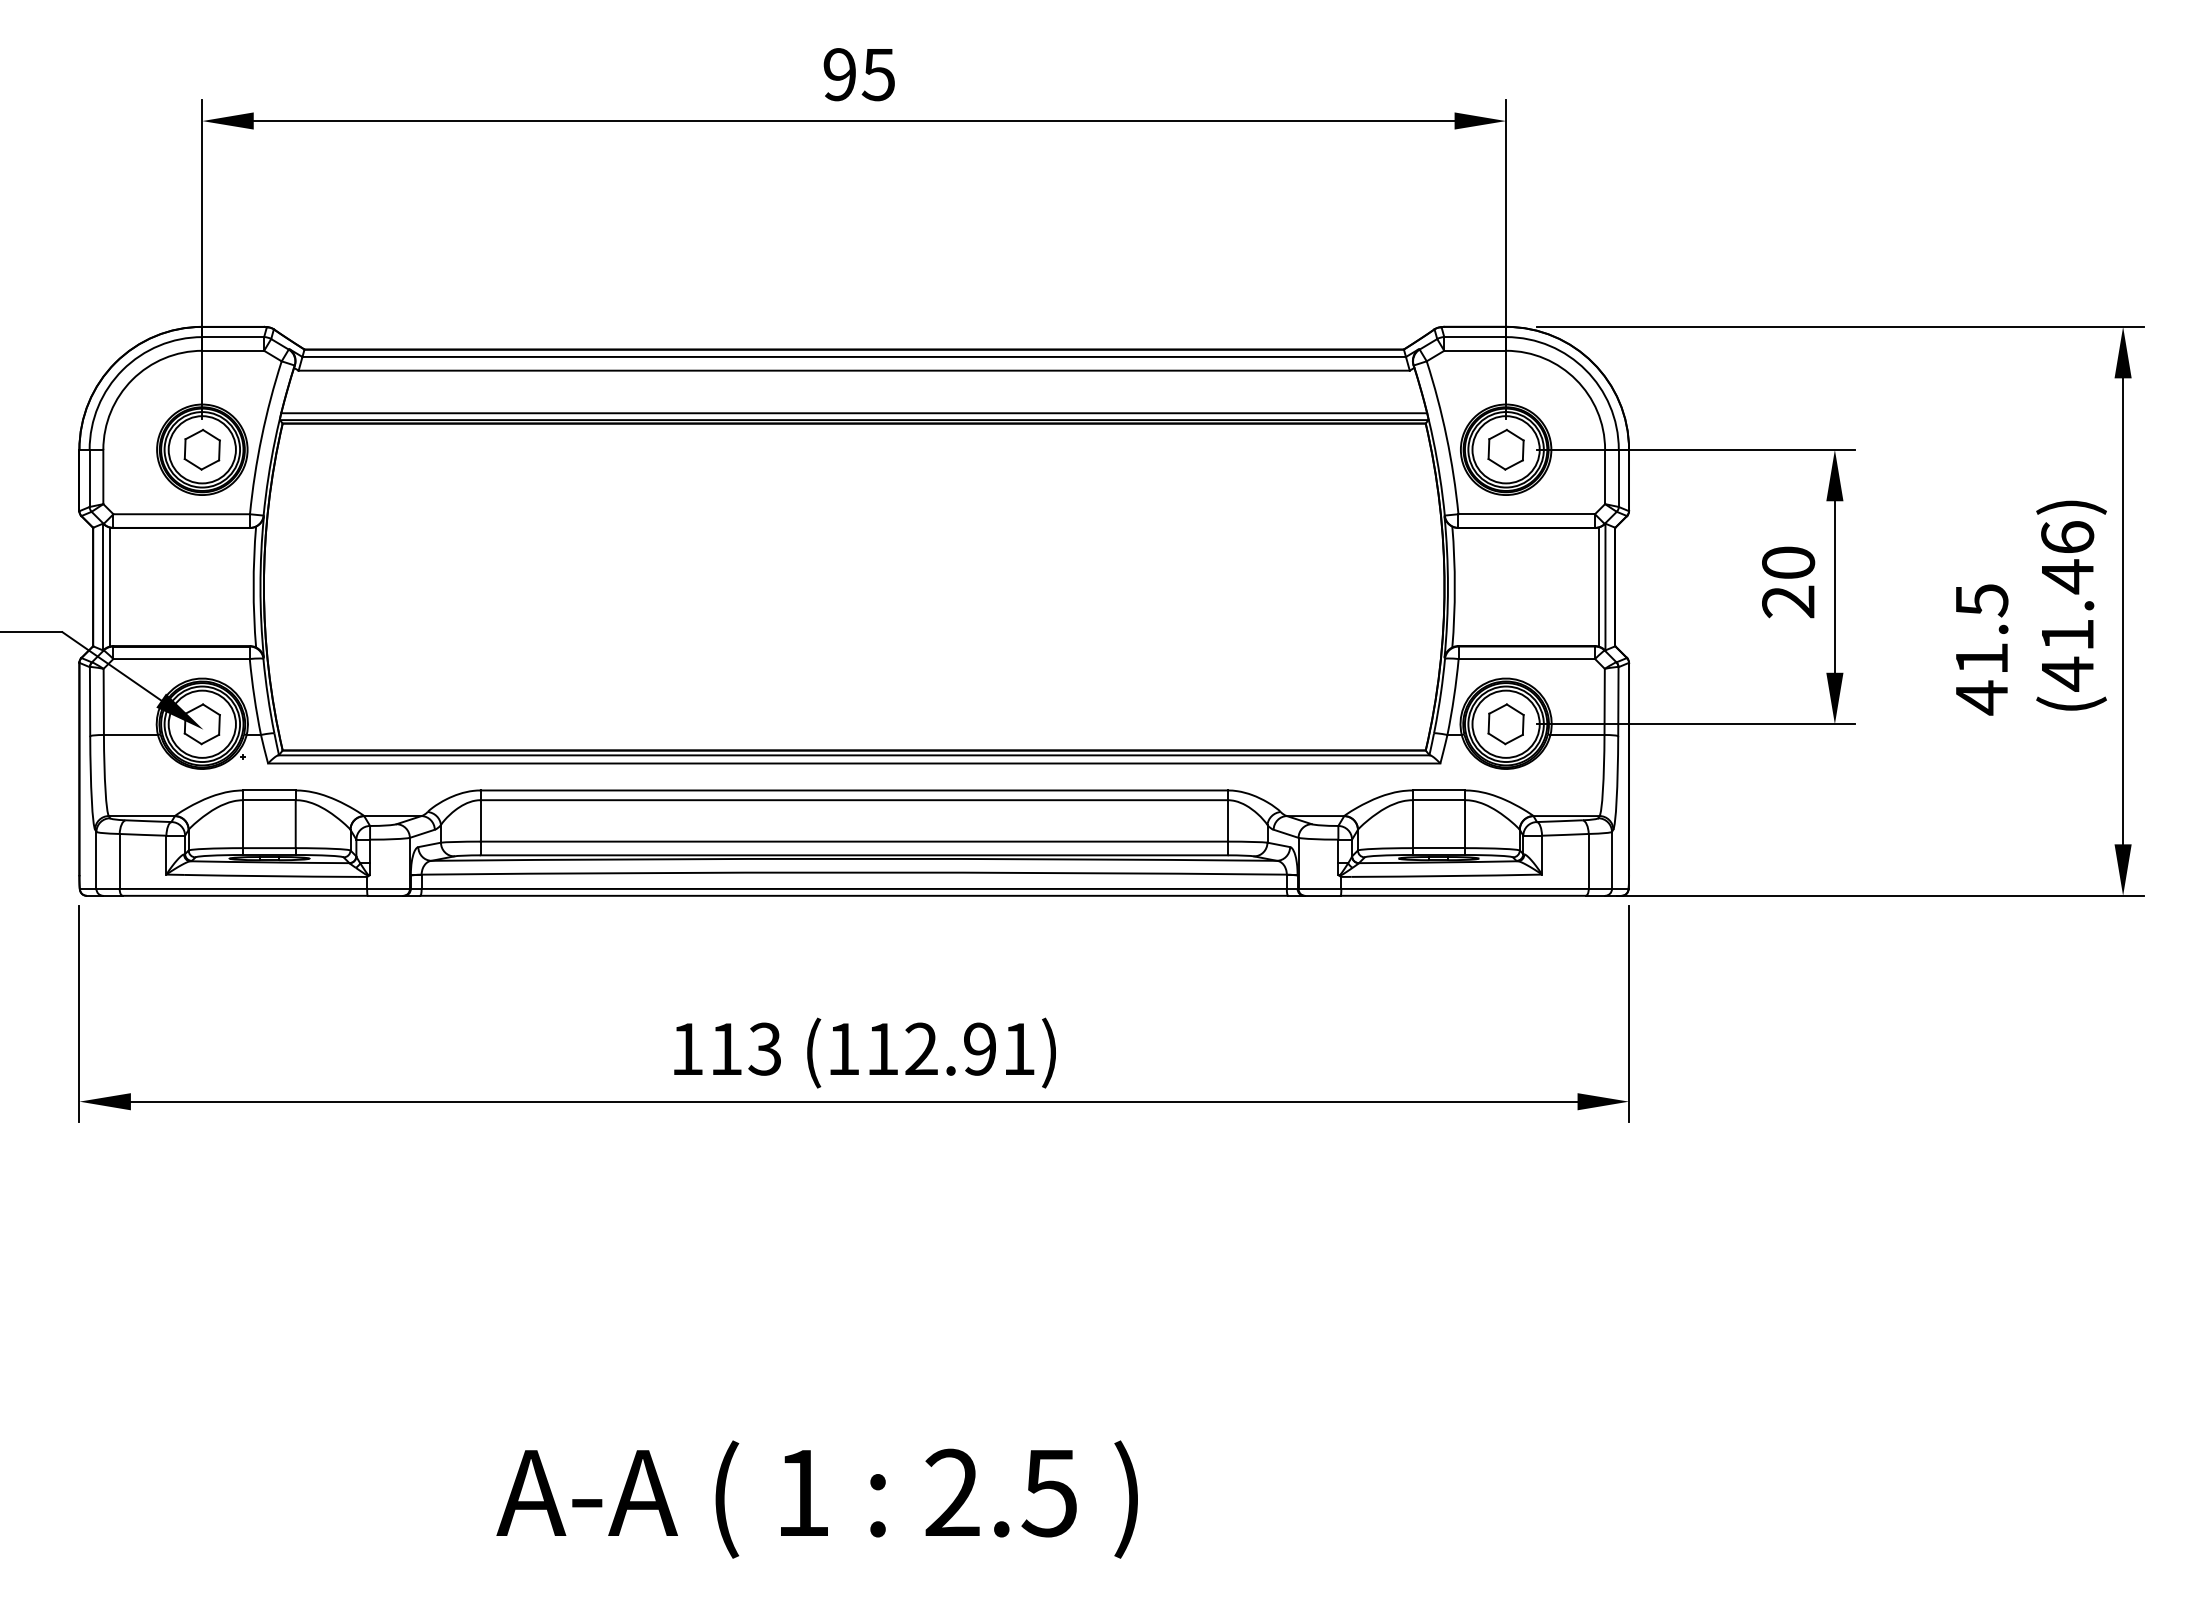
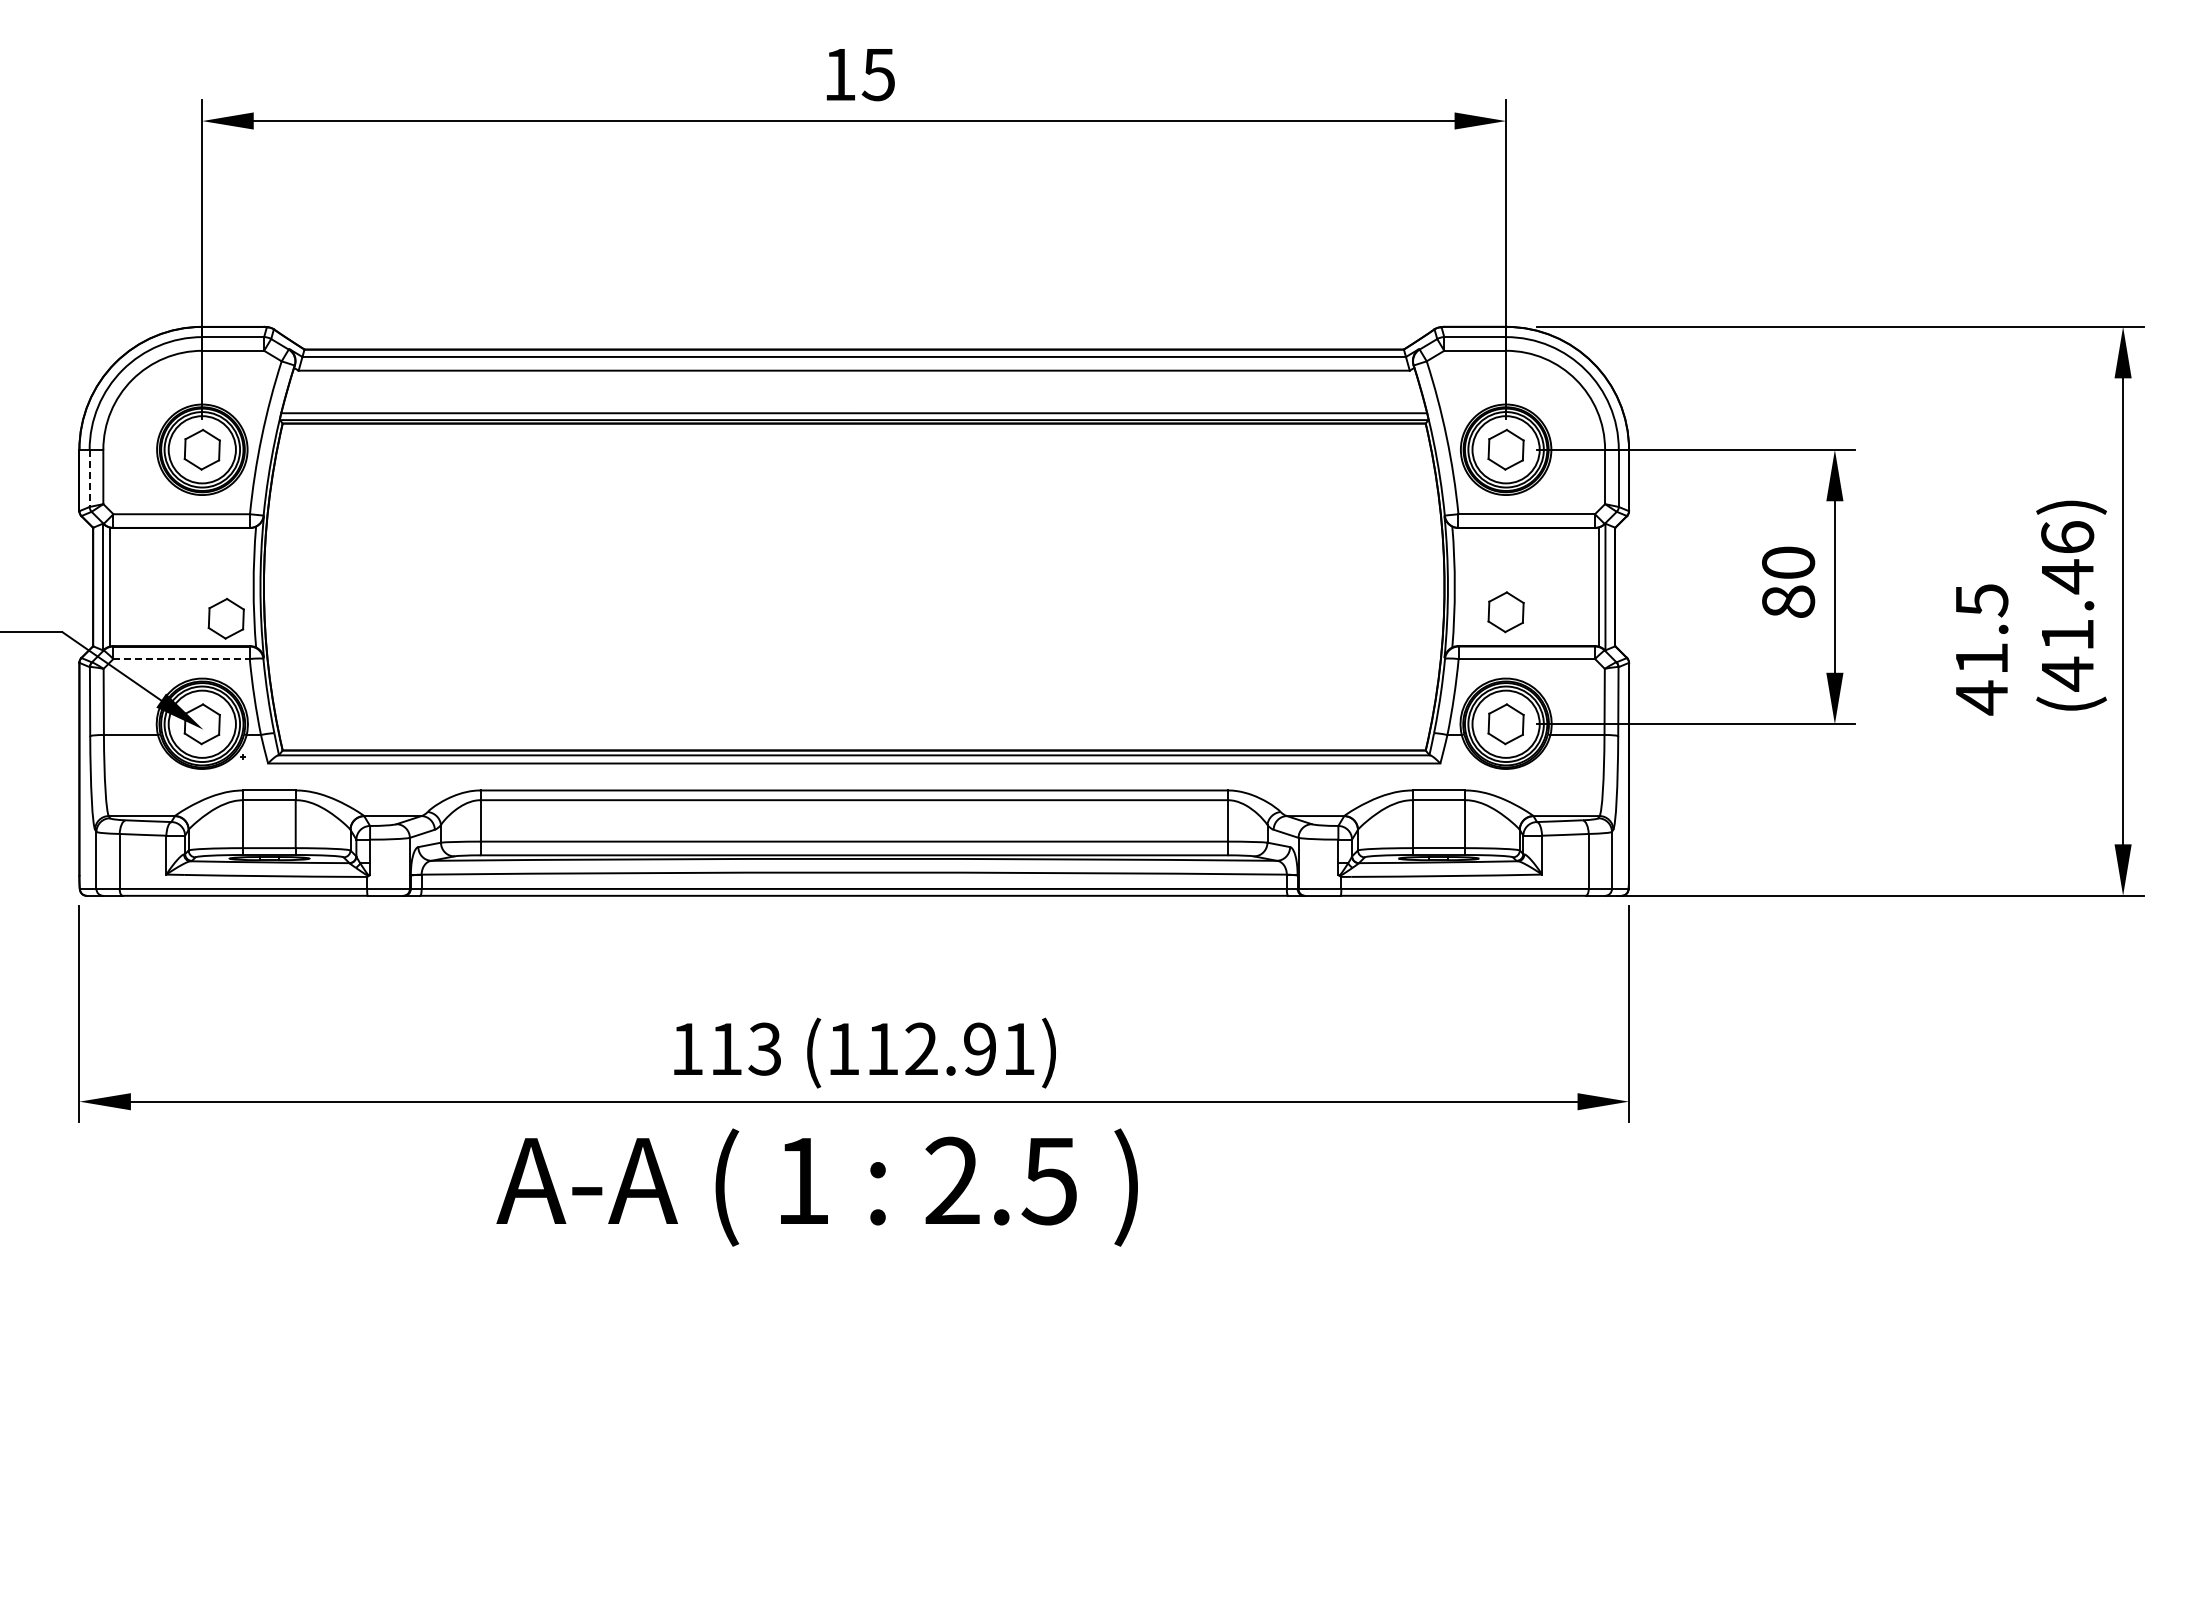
text at (839, 74): 95 -> 15
line at (89, 478): solid -> dashed
text at (1788, 601): 20 -> 80
part at (1505, 612): none -> present
part at (225, 618): none -> present
line at (182, 659): solid -> dashed
text at (816, 1499) position: (816, 1499) -> (816, 1187)
